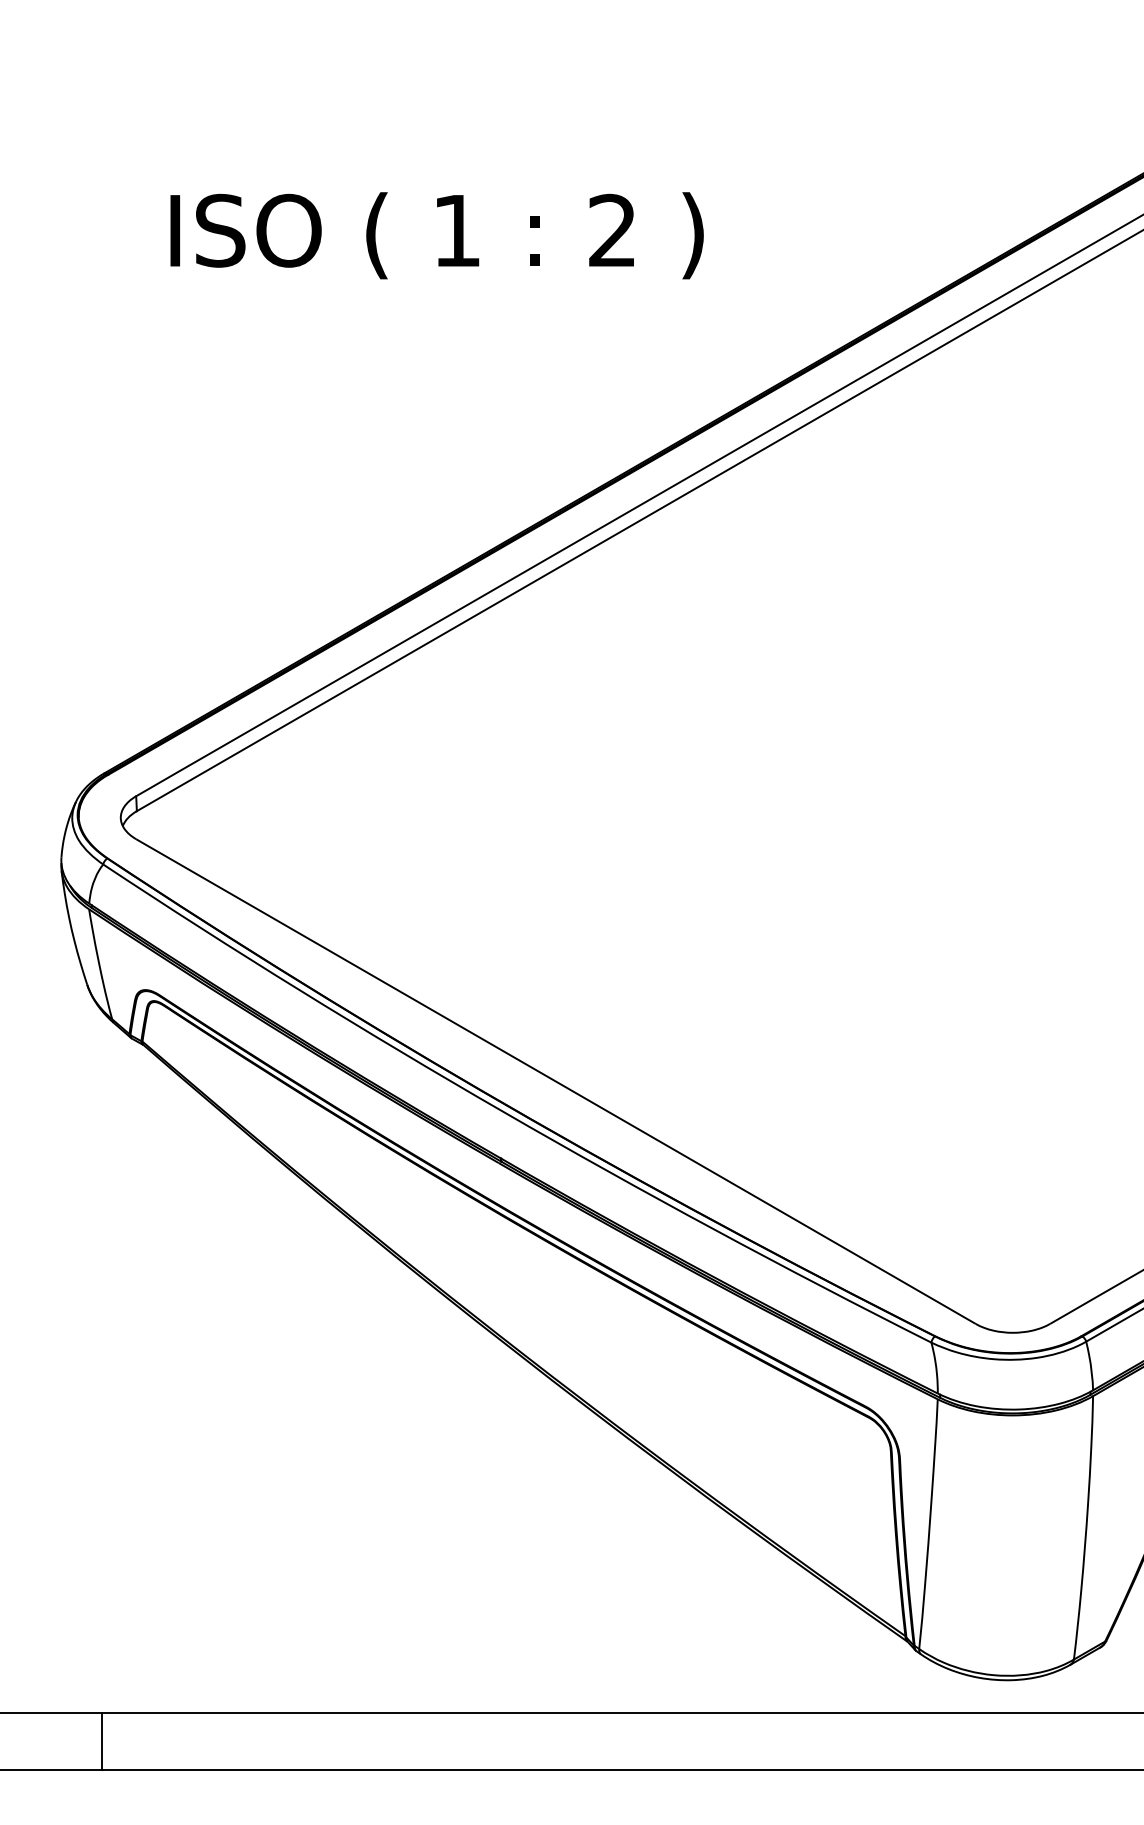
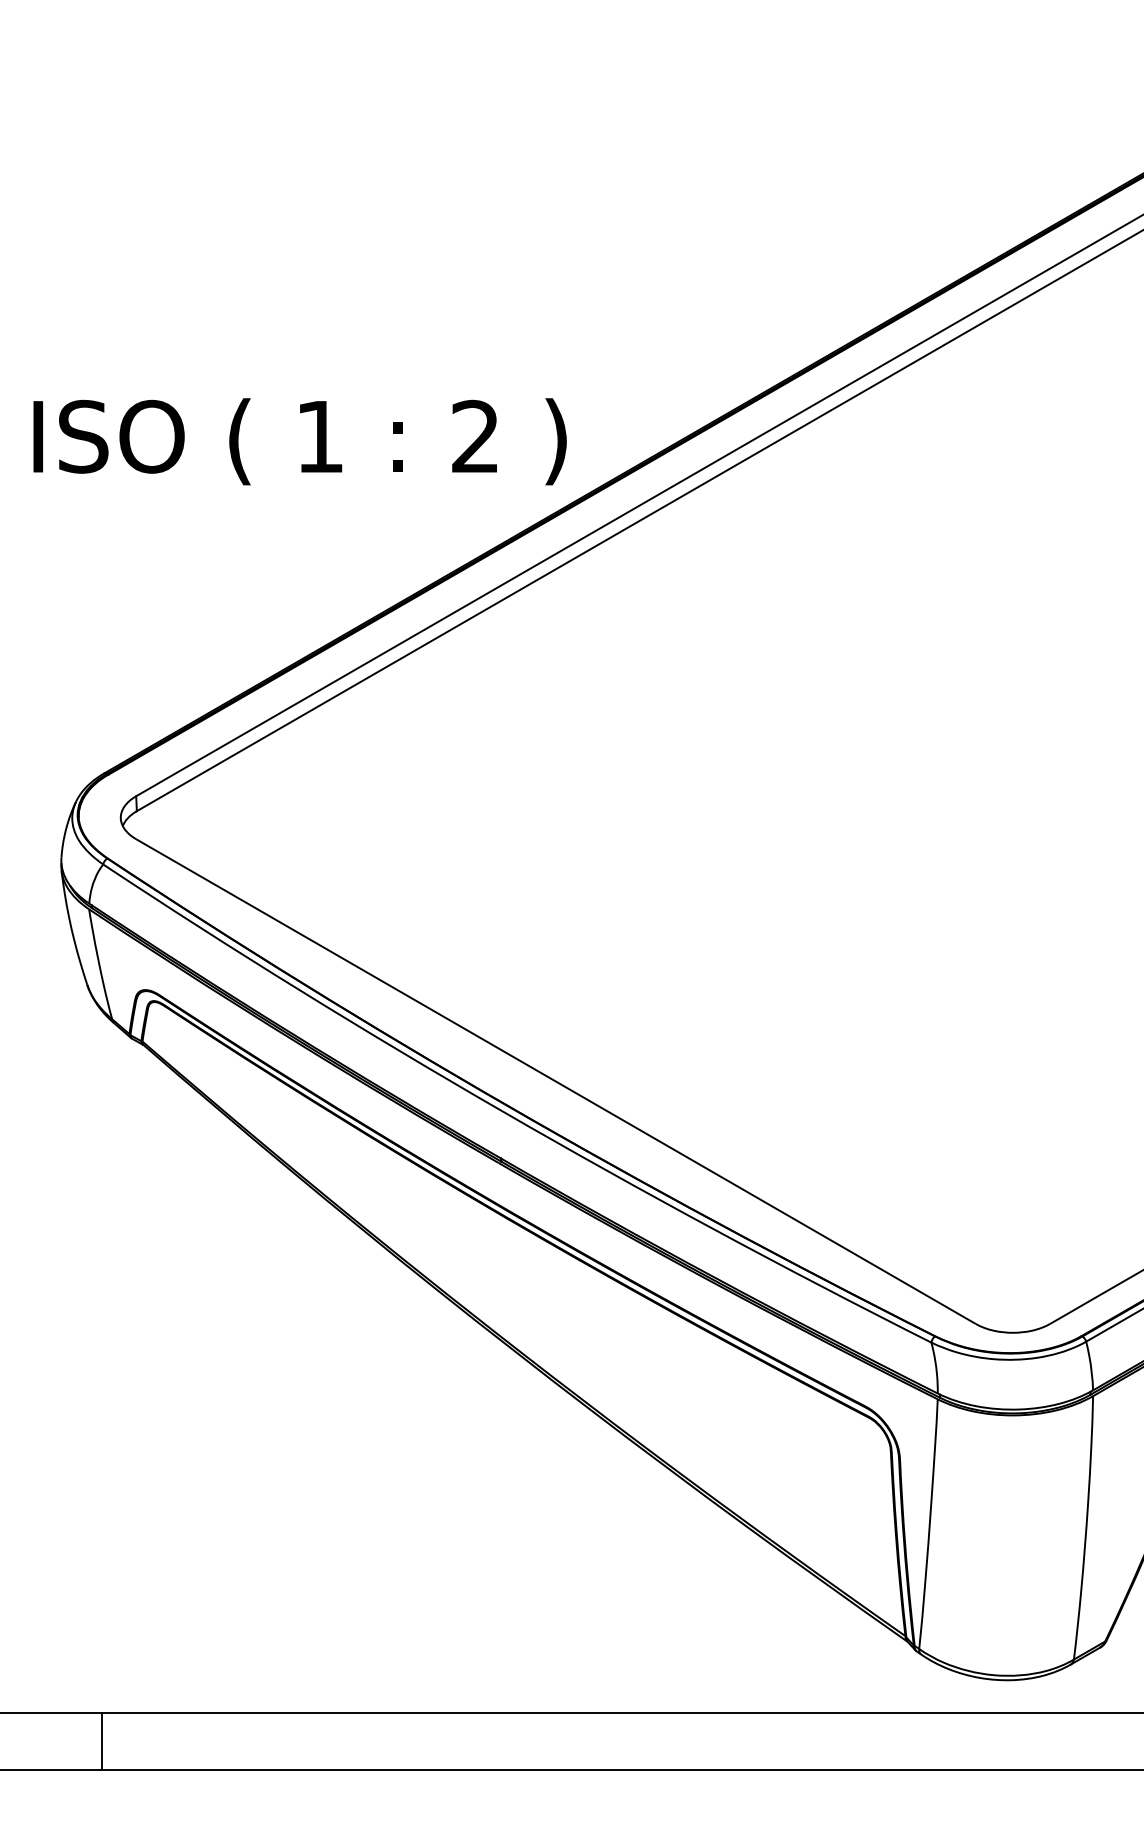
text at (436, 235) position: (436, 235) -> (299, 441)
